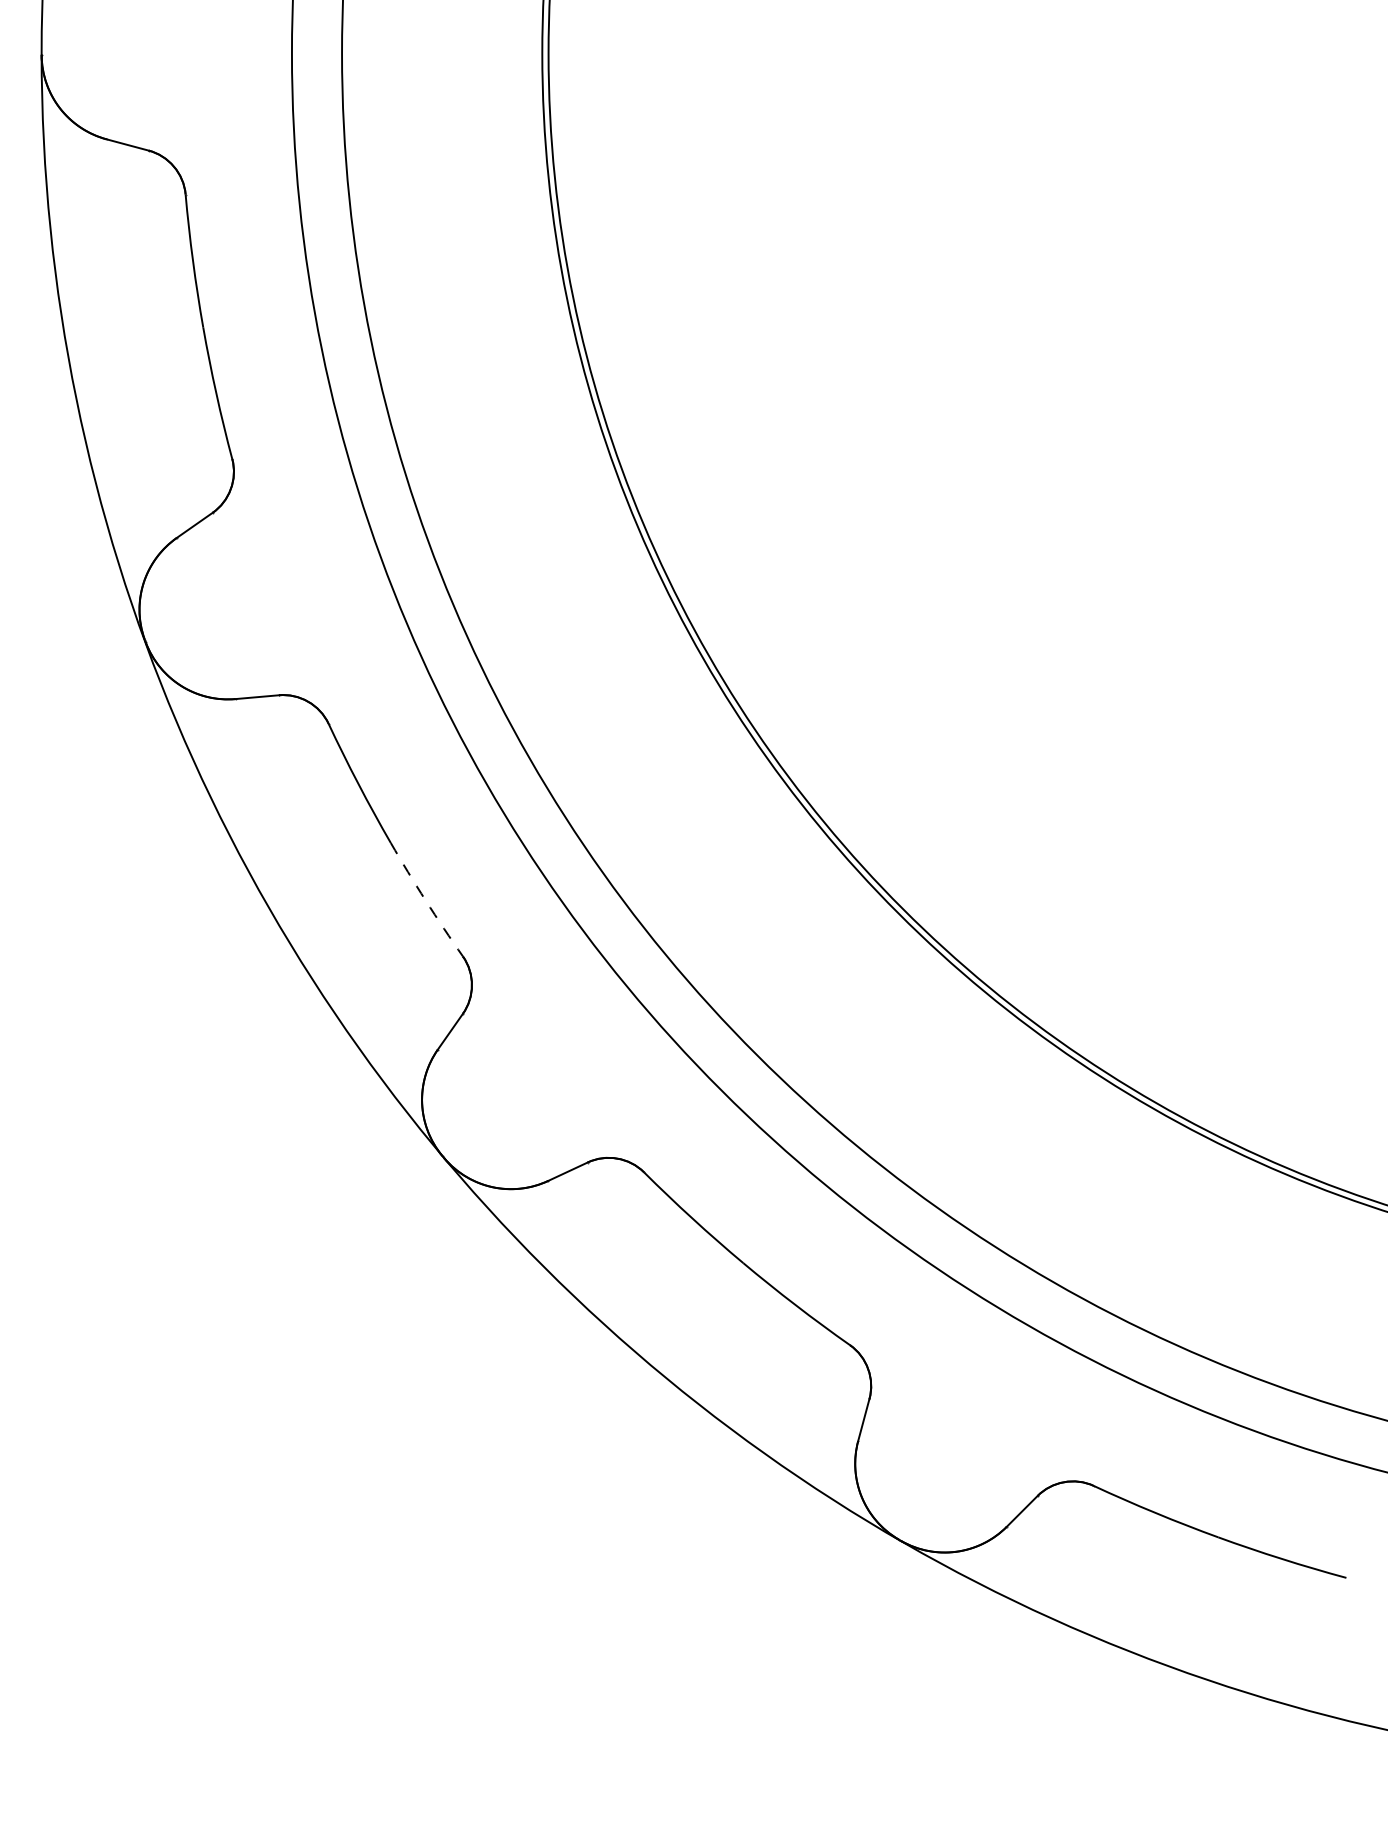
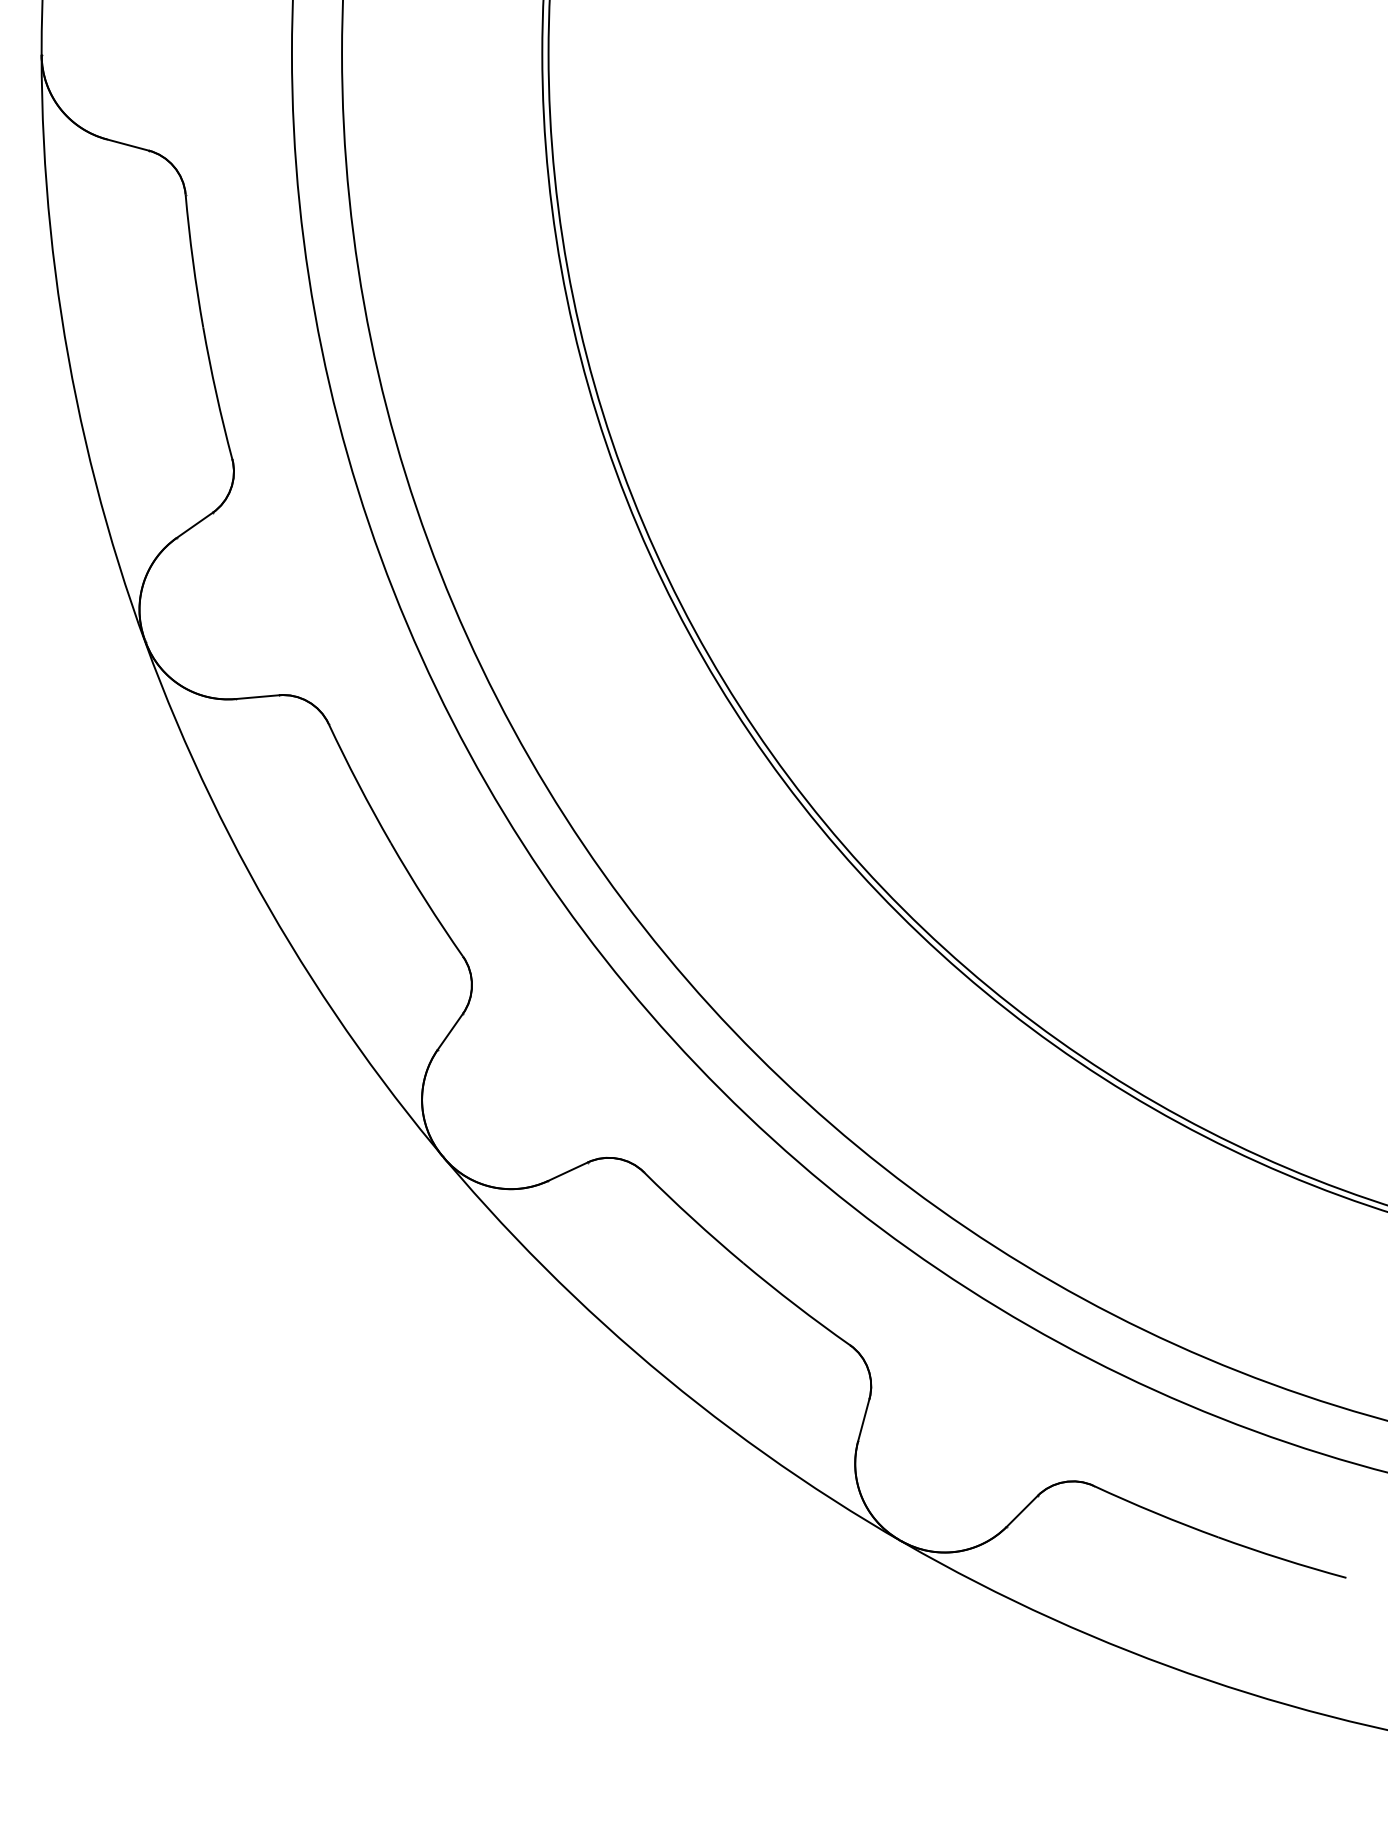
arc at (425, 900): dashed -> solid
